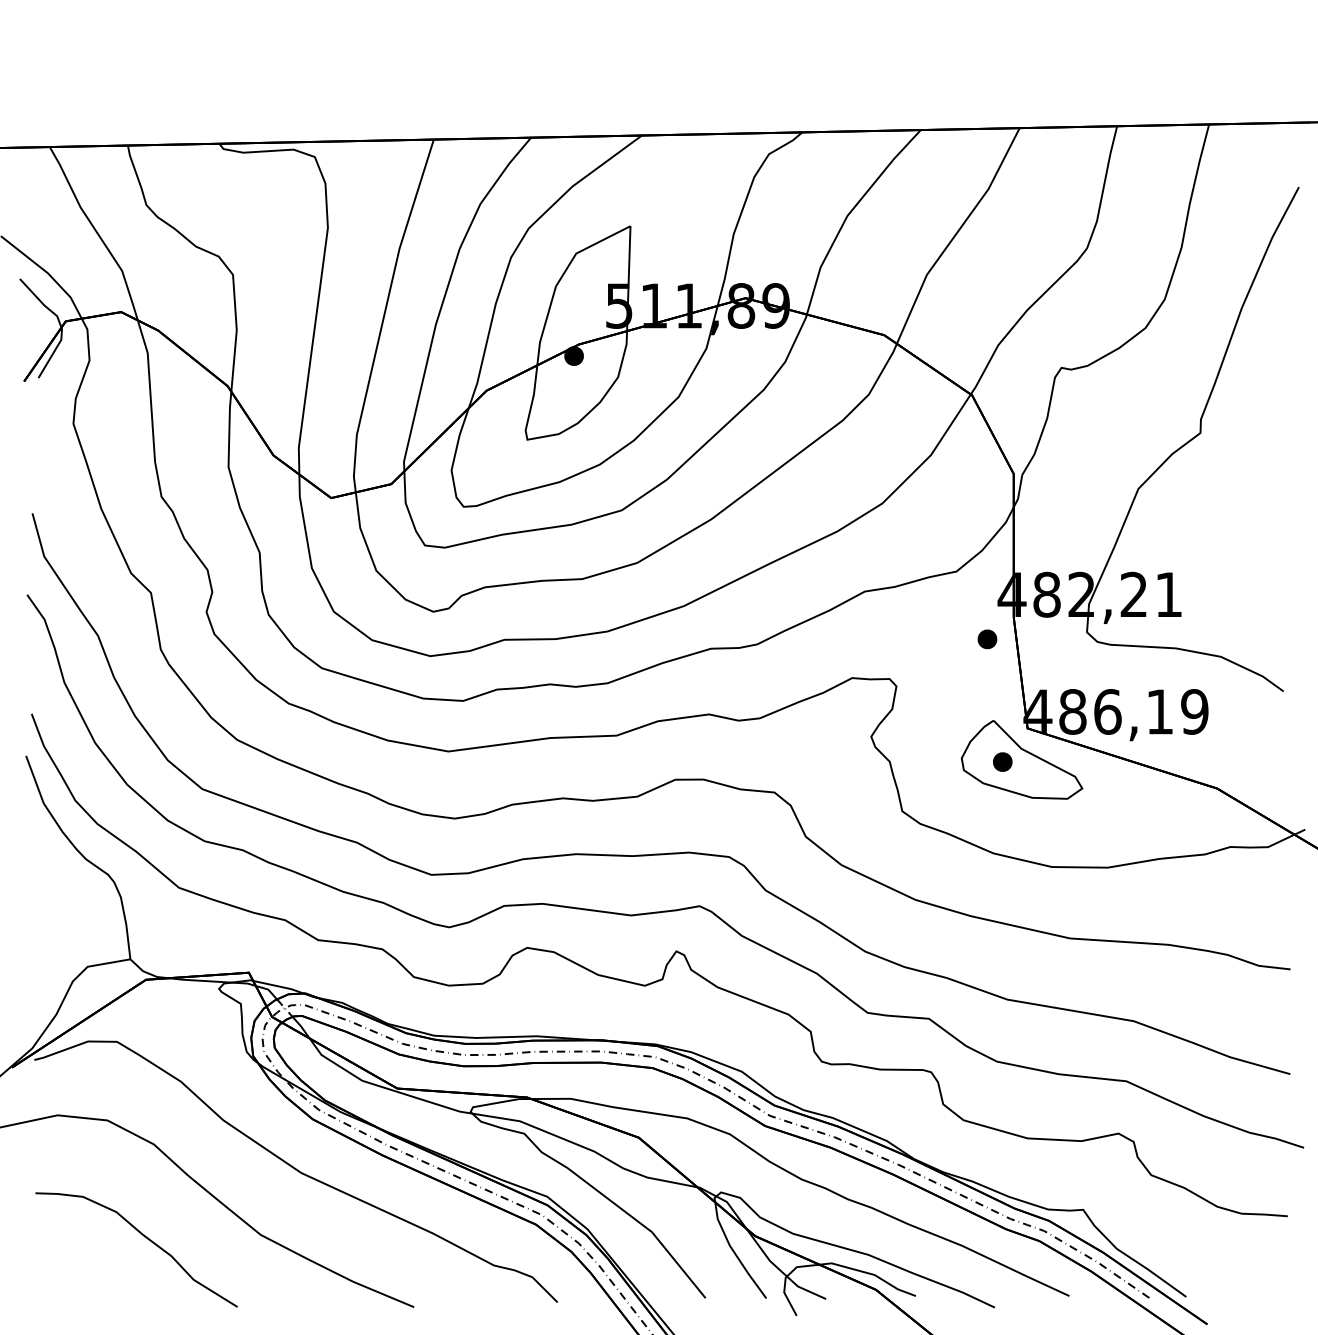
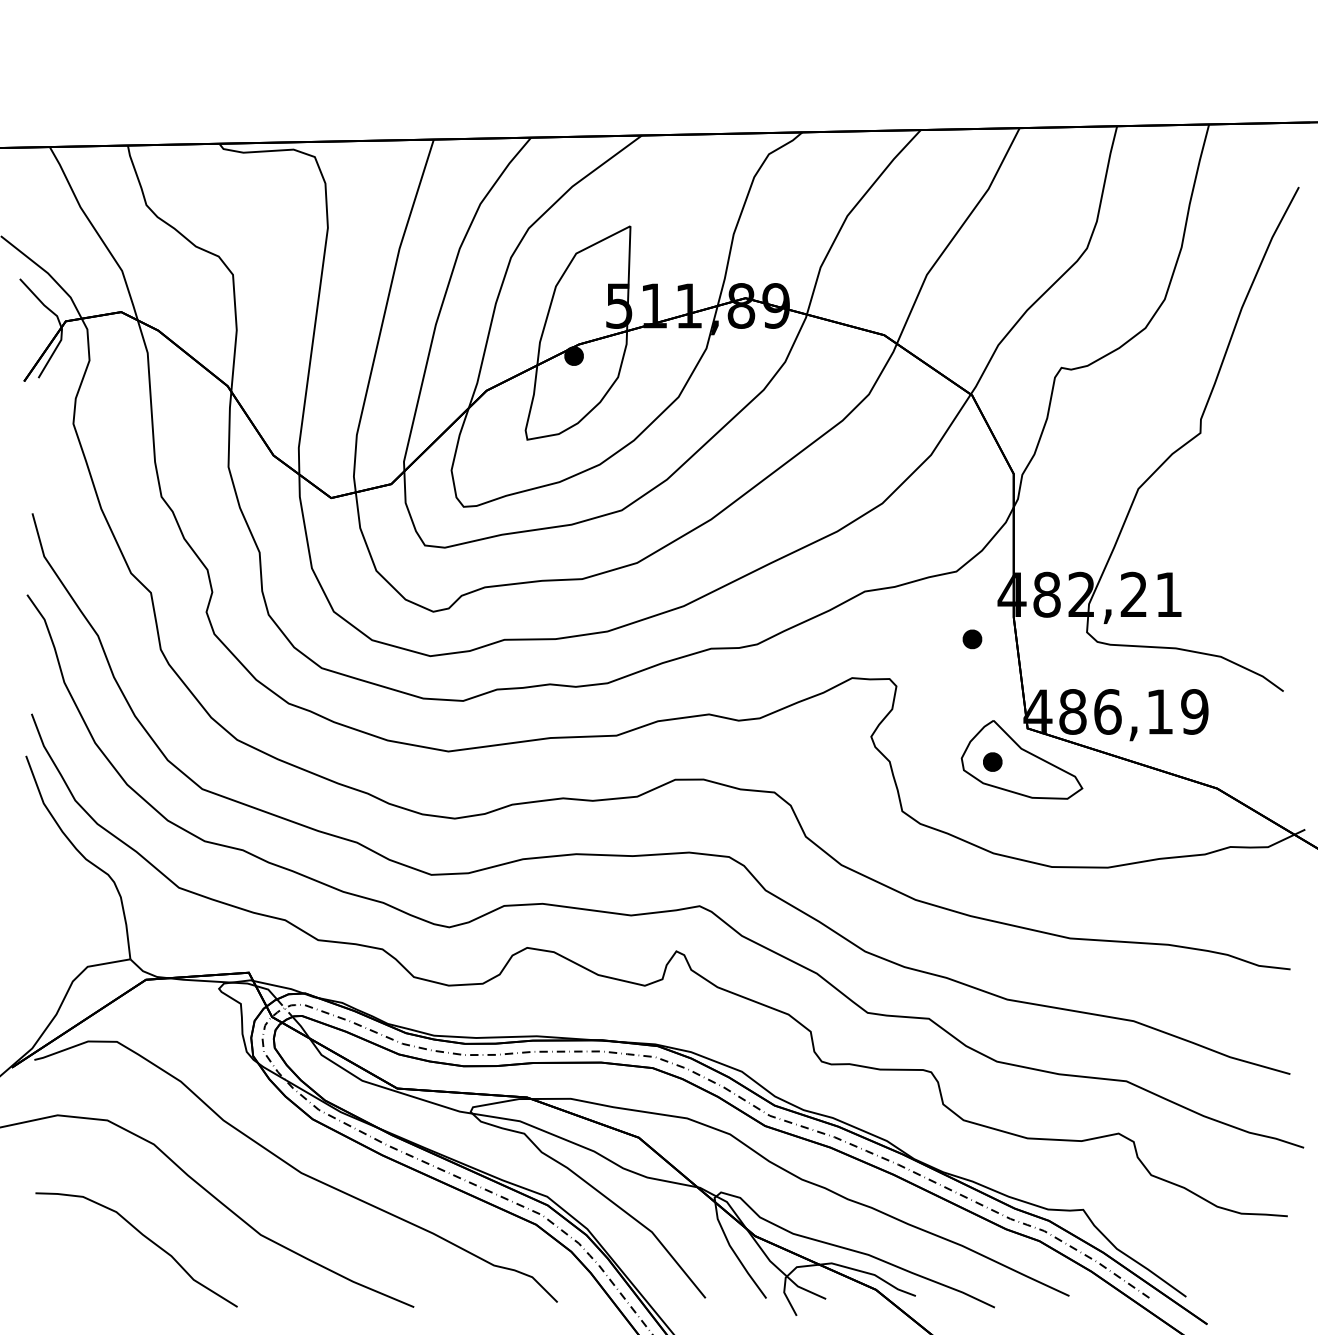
part at (987, 639) position: (987, 639) -> (972, 639)
part at (1002, 761) position: (1002, 761) -> (992, 761)
